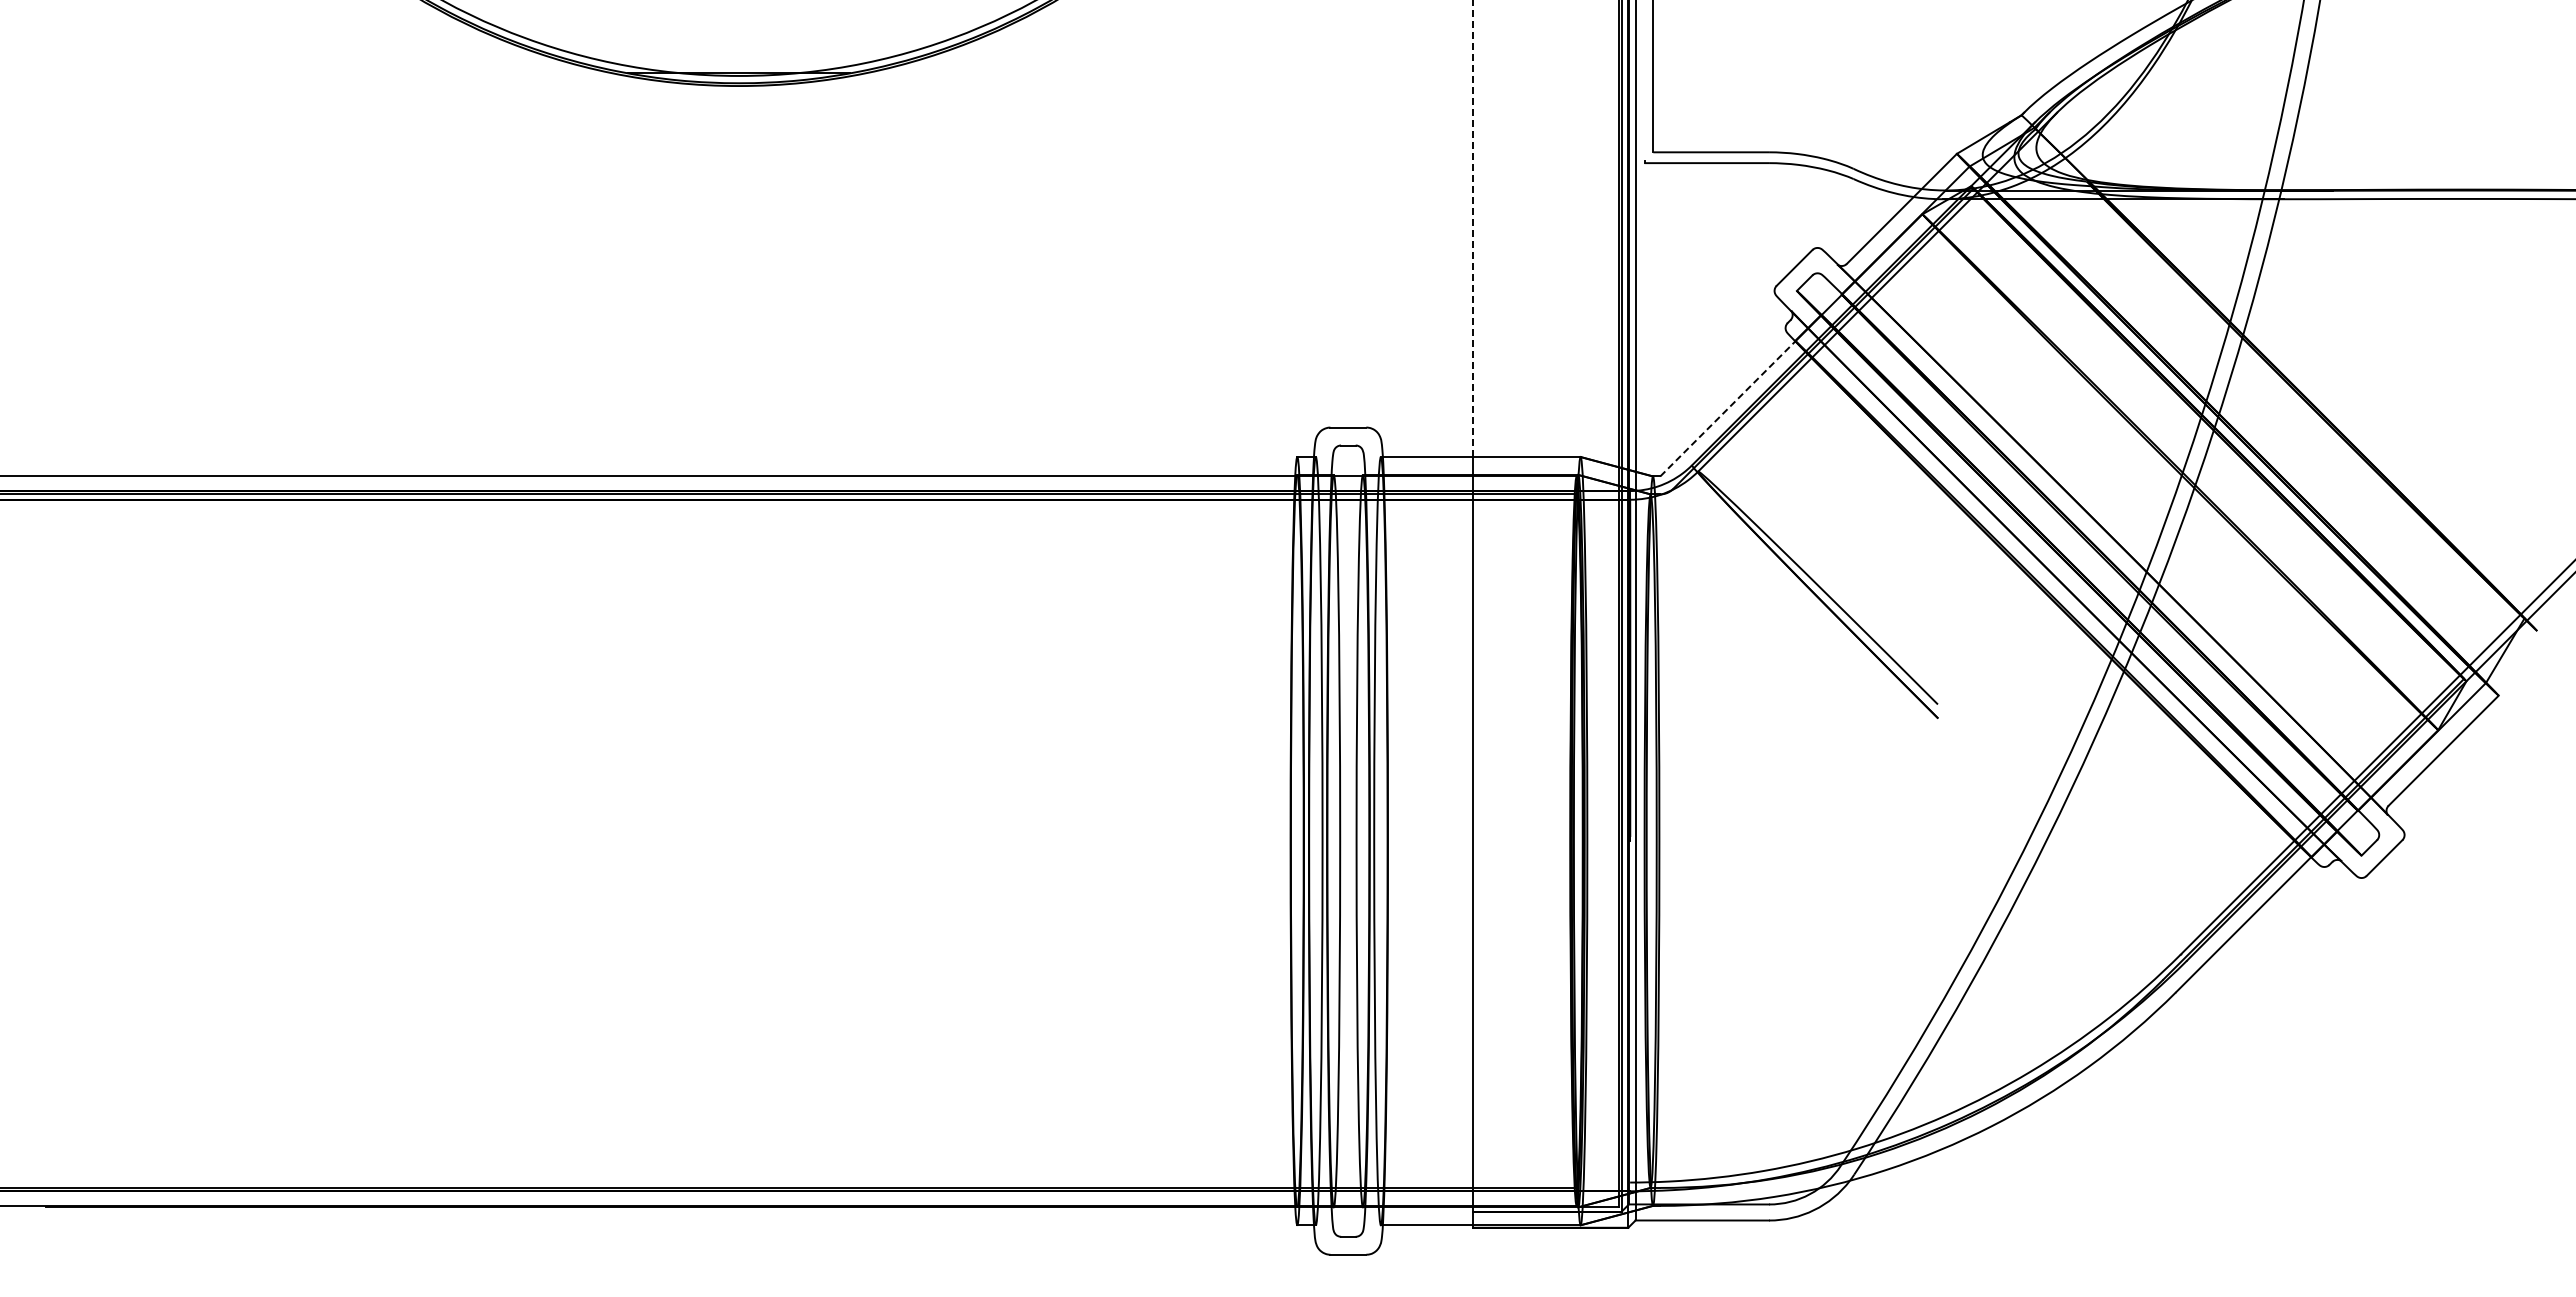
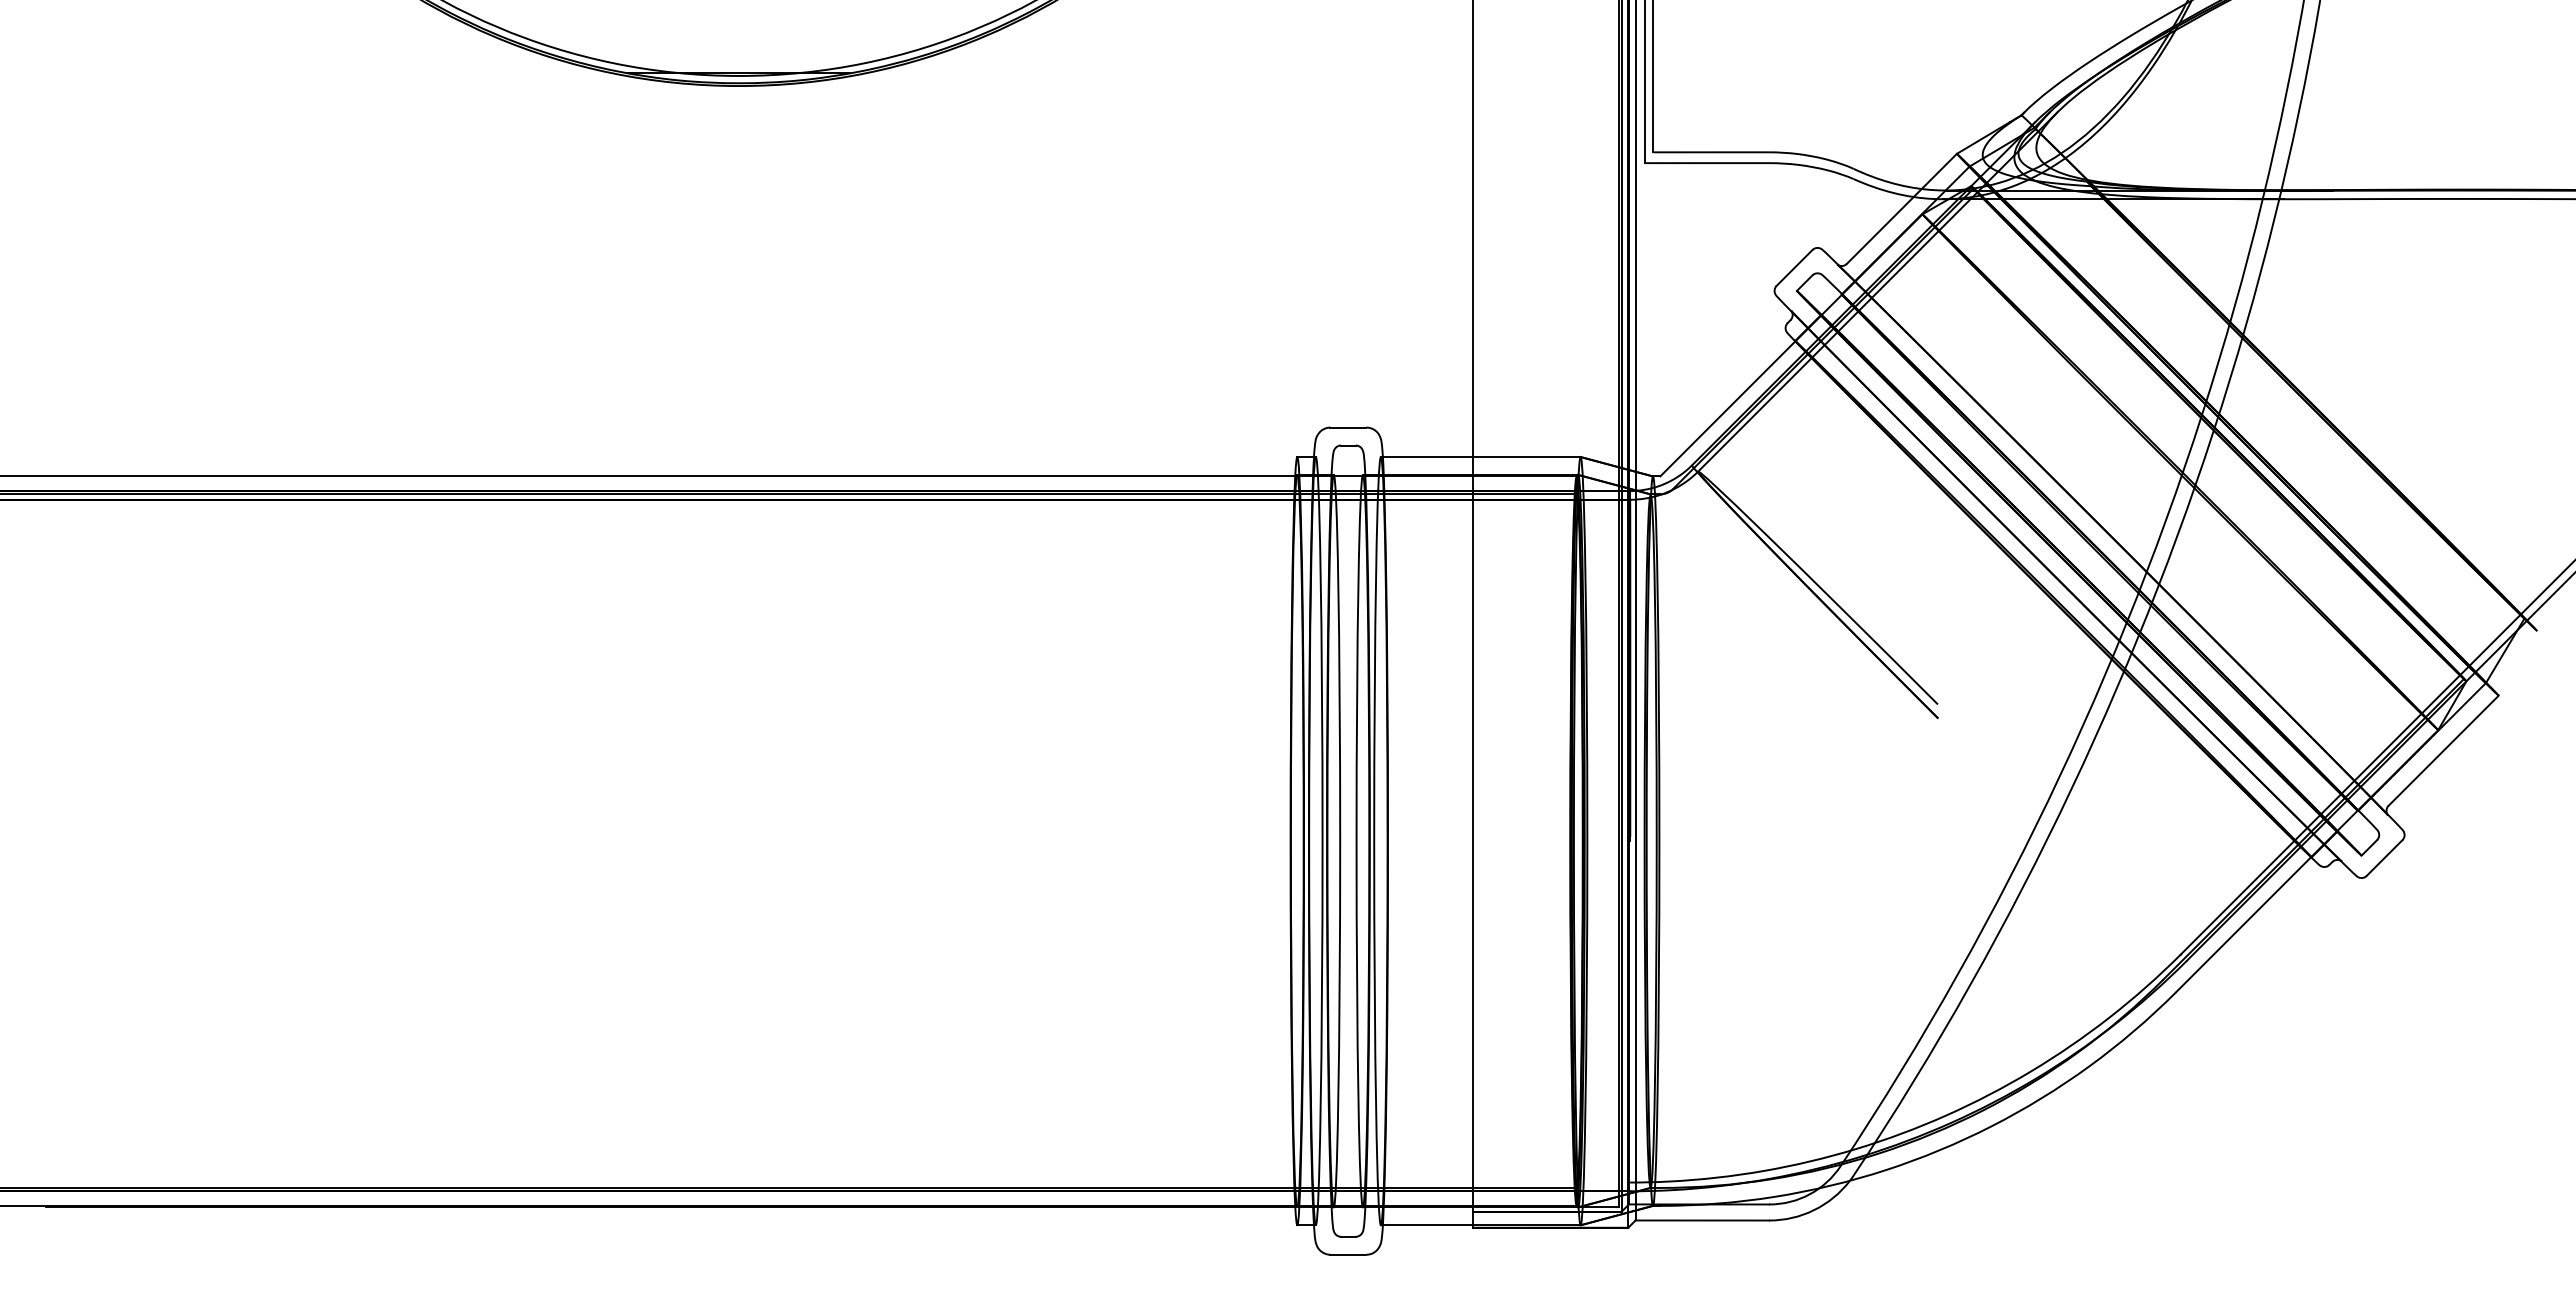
line at (1644, 81): none -> present
line at (1472, 228): dashed -> solid
line at (1727, 408): dashed -> solid
